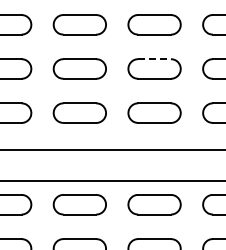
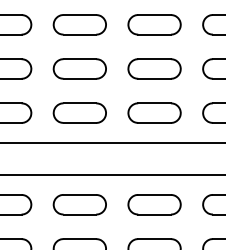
line at (155, 59): dashed -> solid
line at (112, 149) position: (112, 149) -> (112, 142)
line at (112, 181) position: (112, 181) -> (112, 175)
